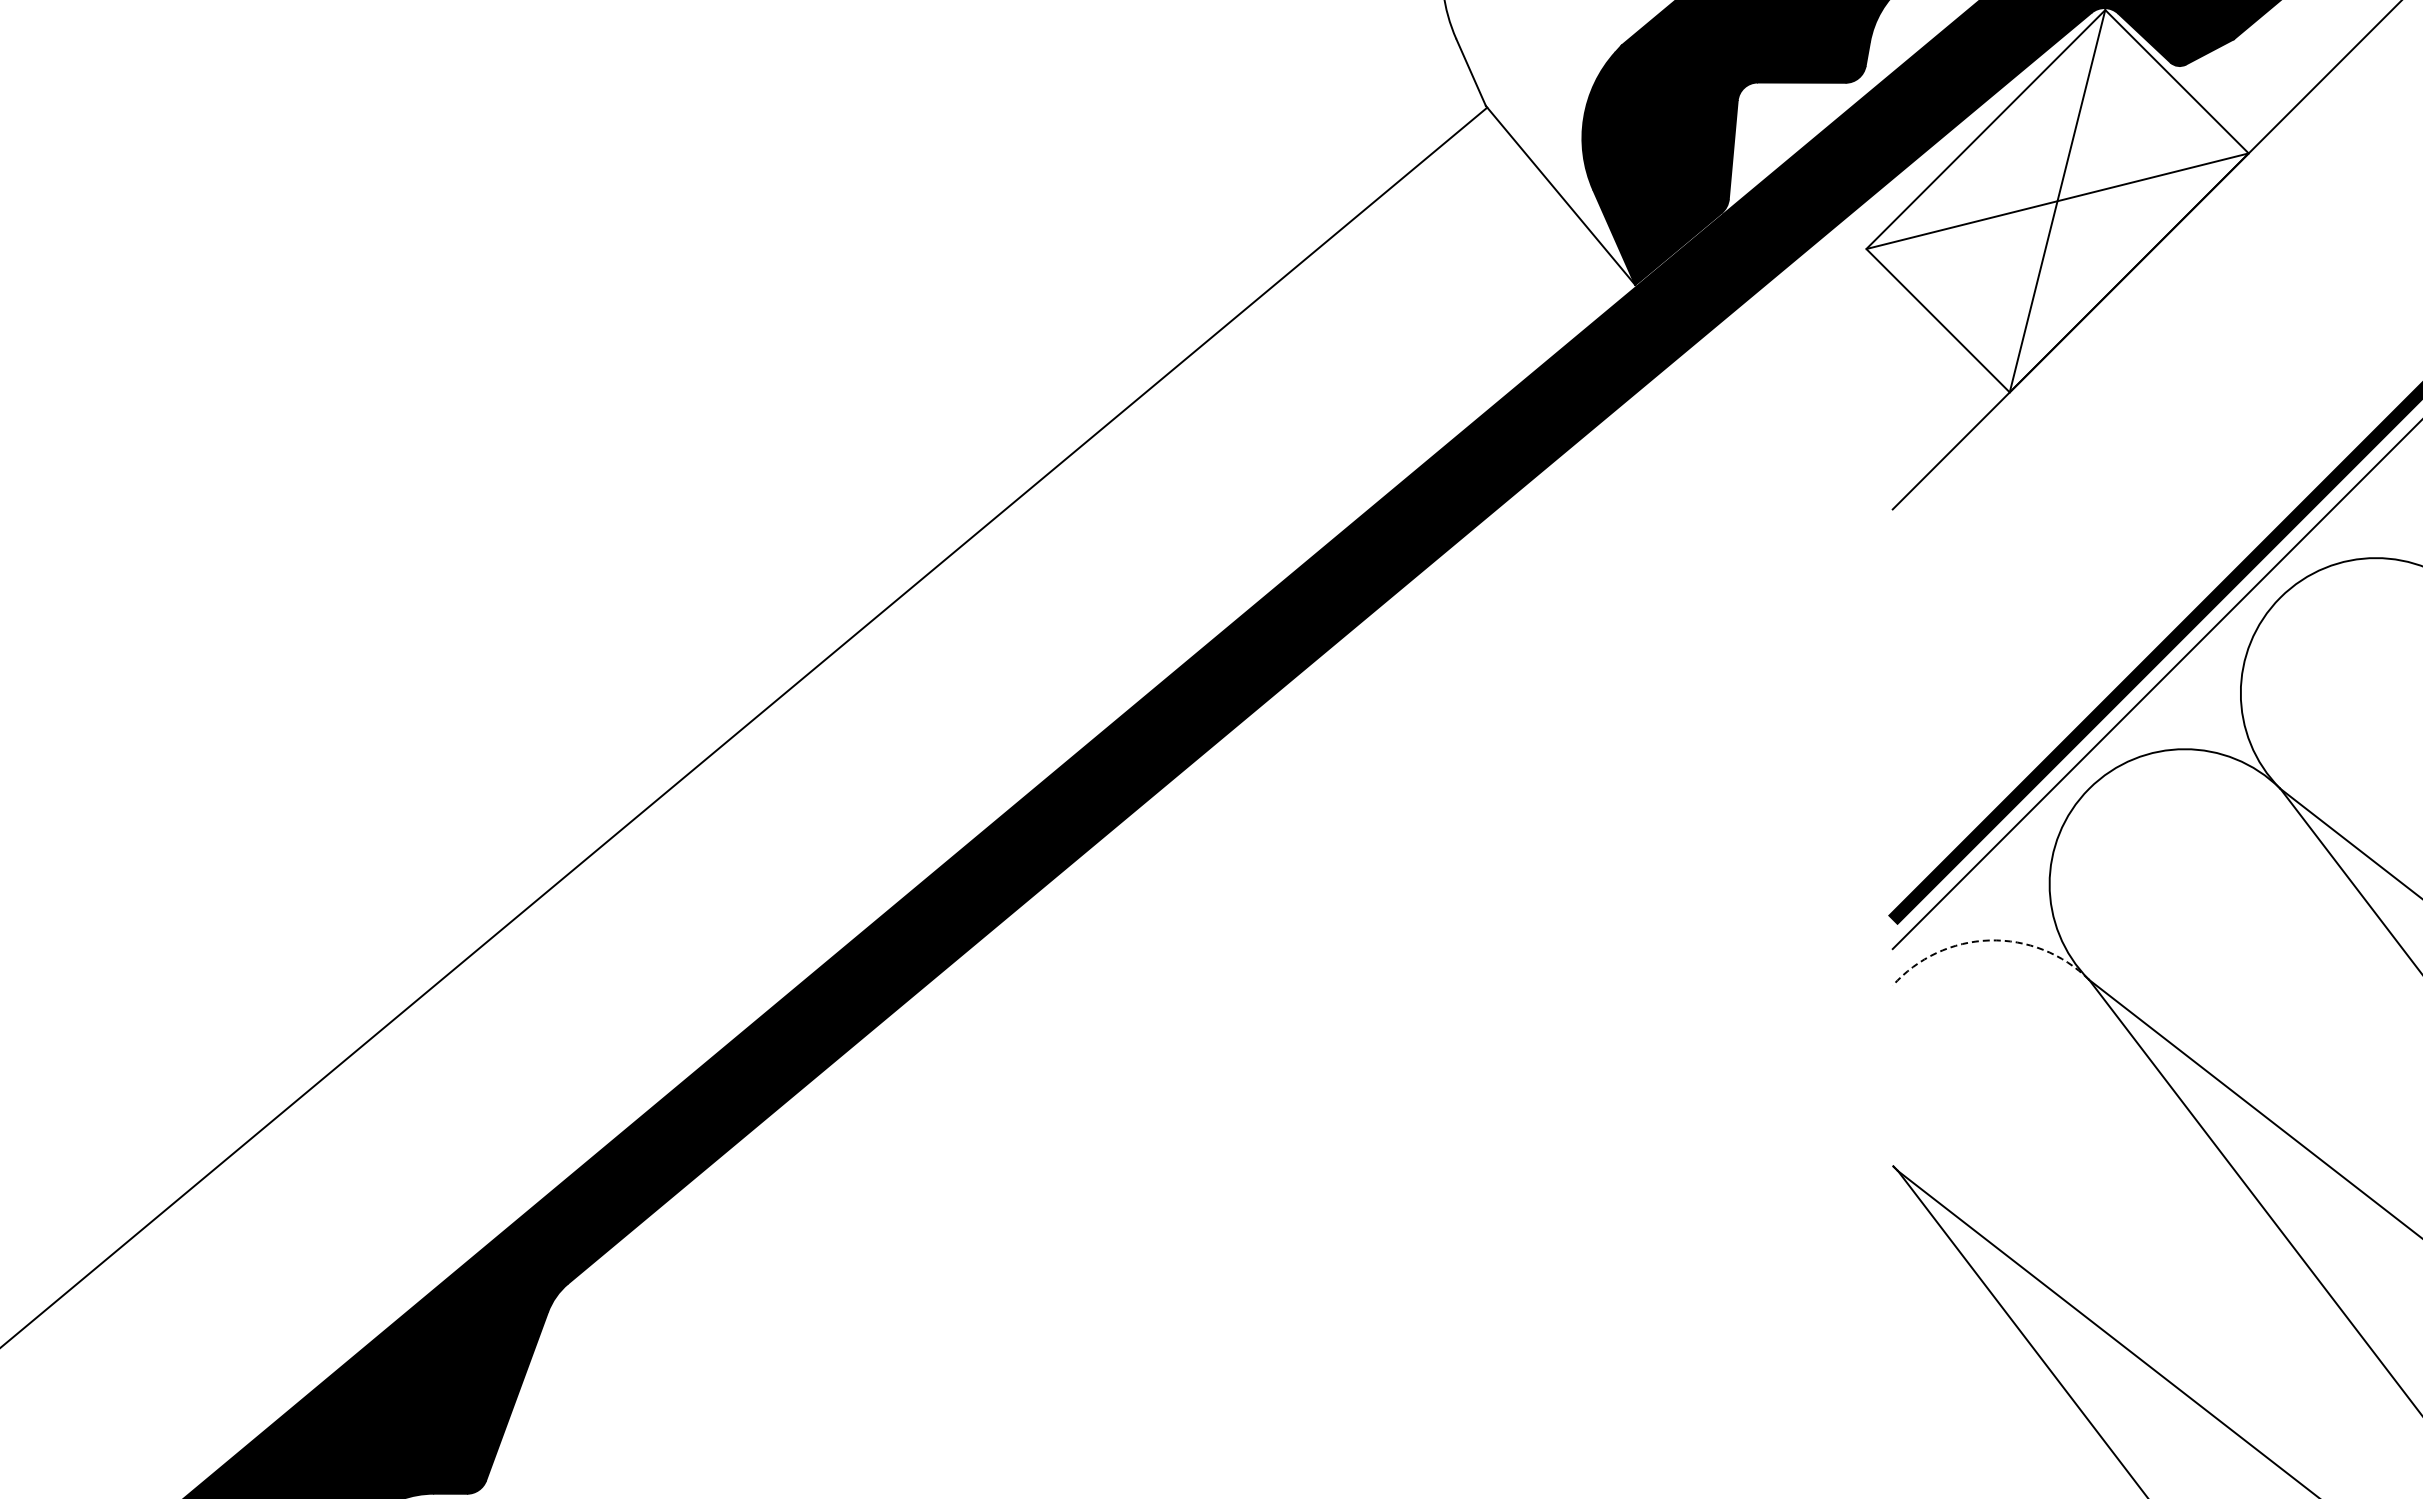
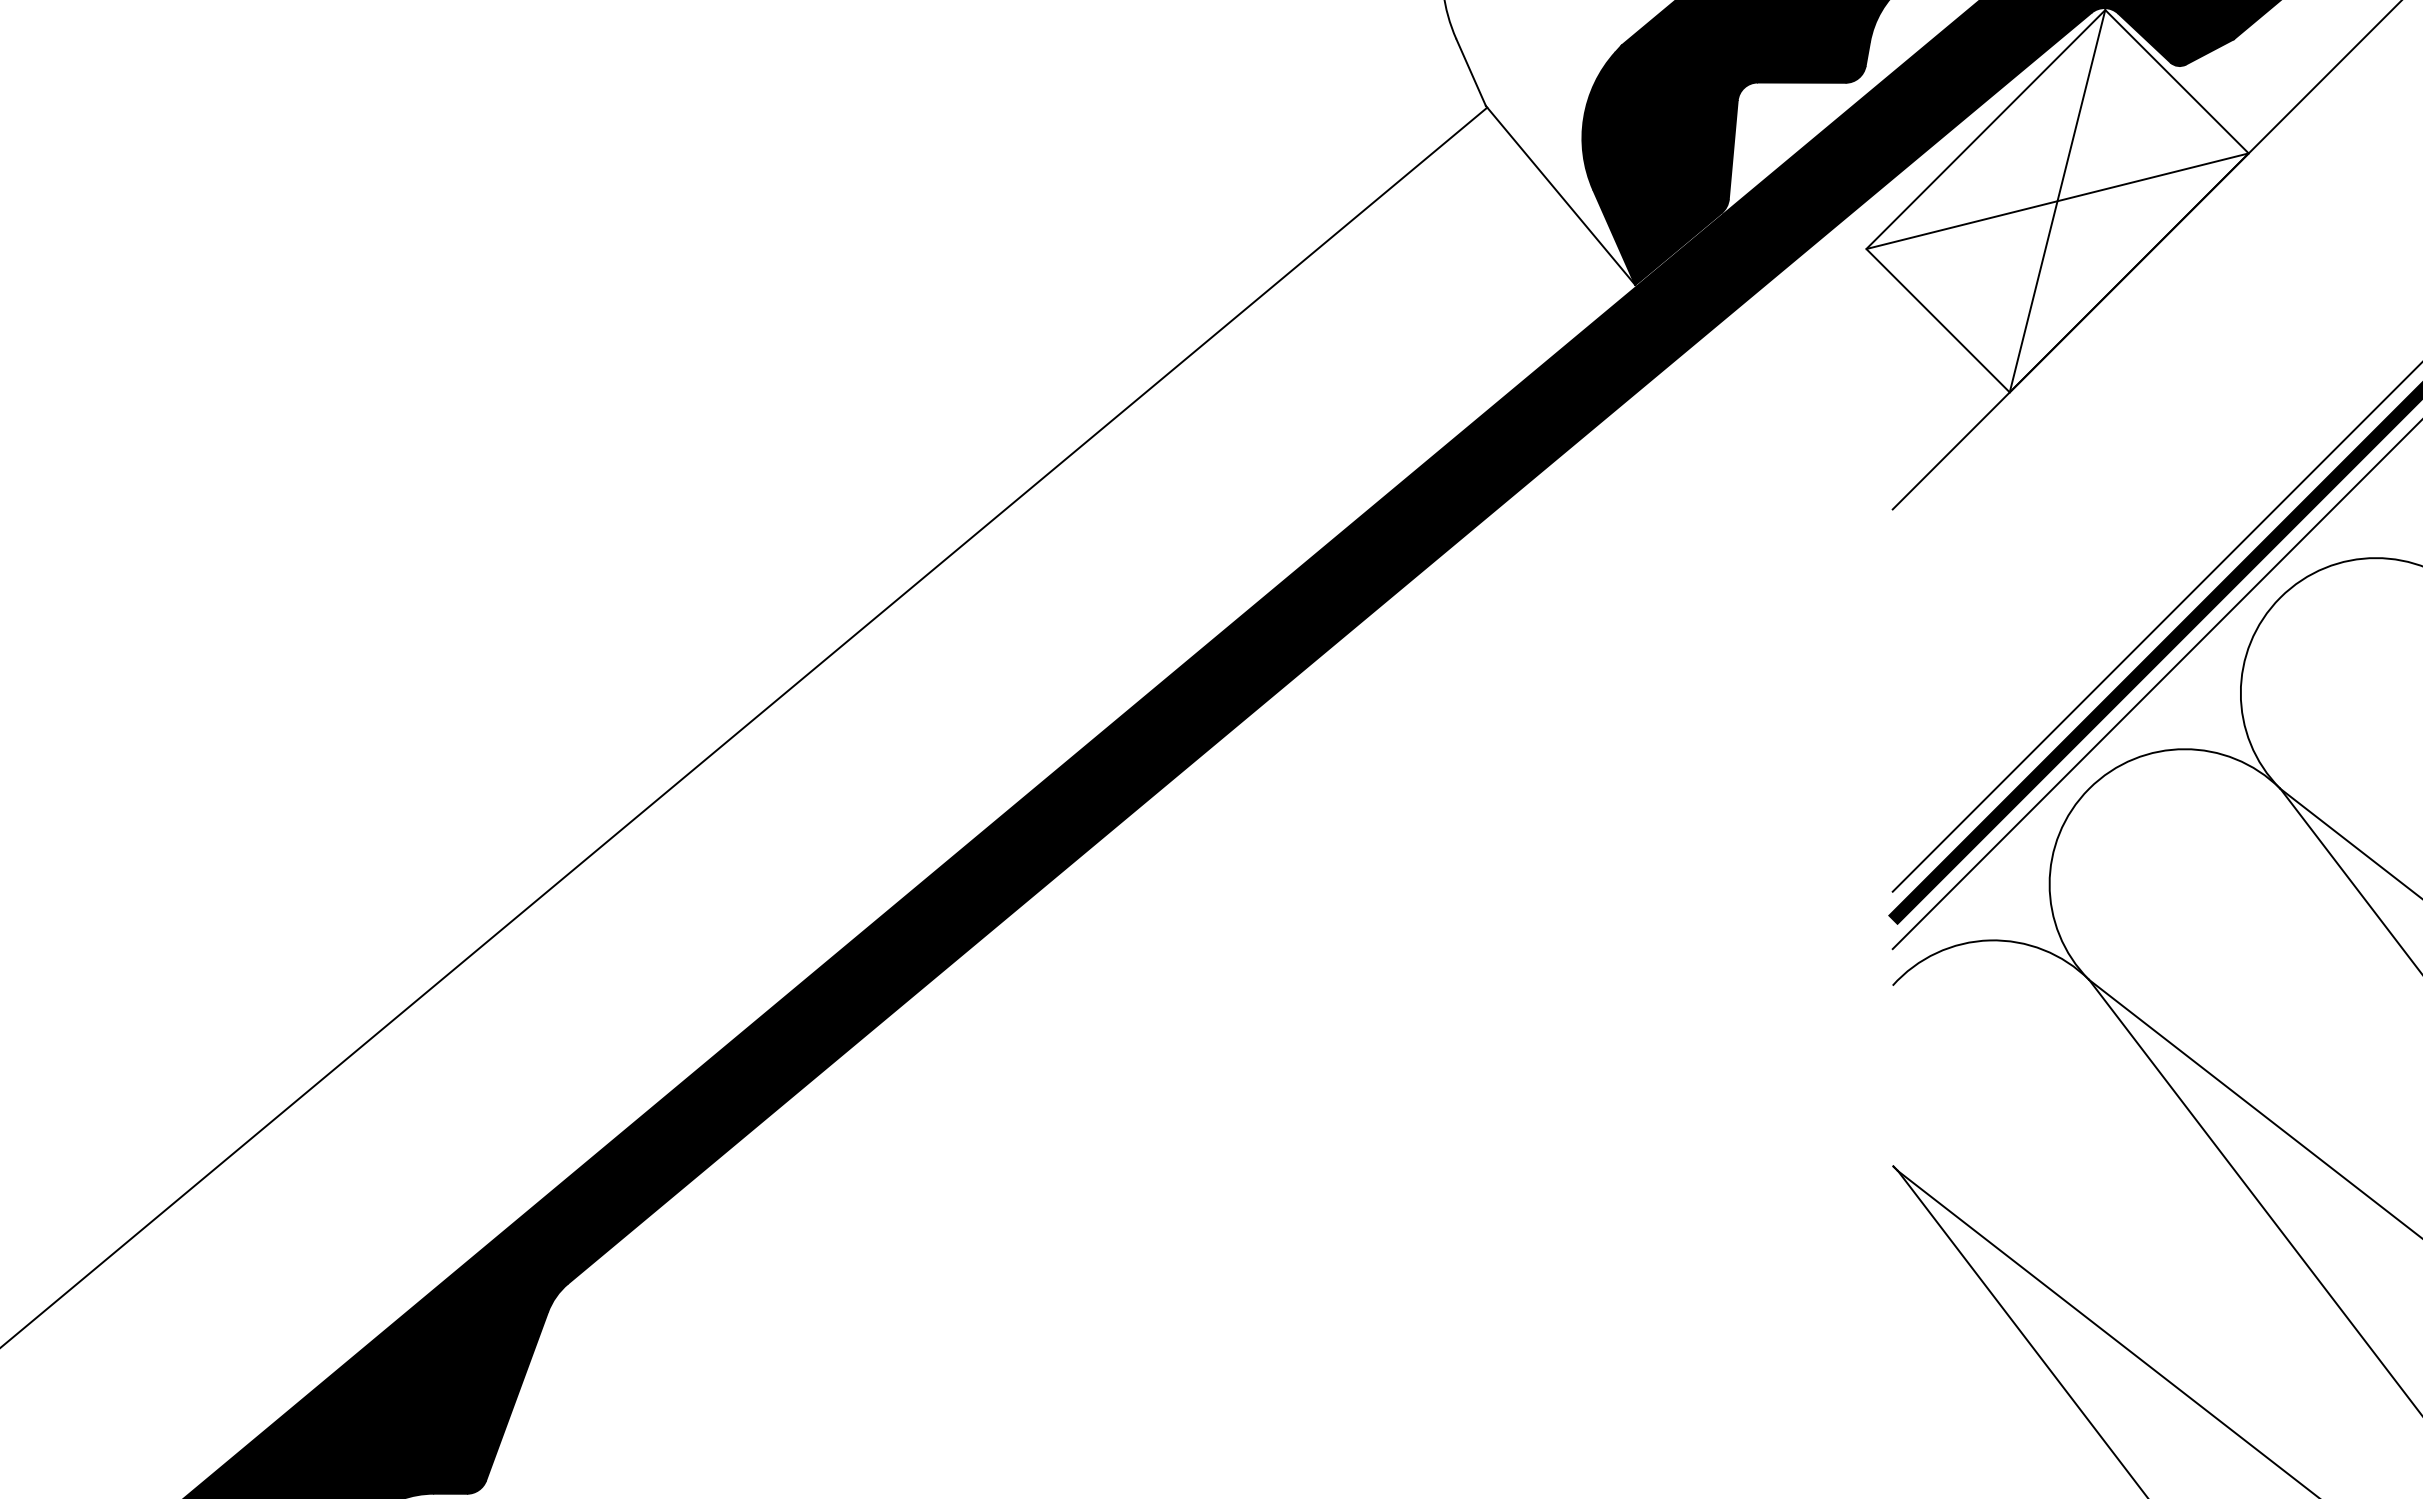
line at (2155, 627): none -> present
arc at (1989, 940): dashed -> solid
